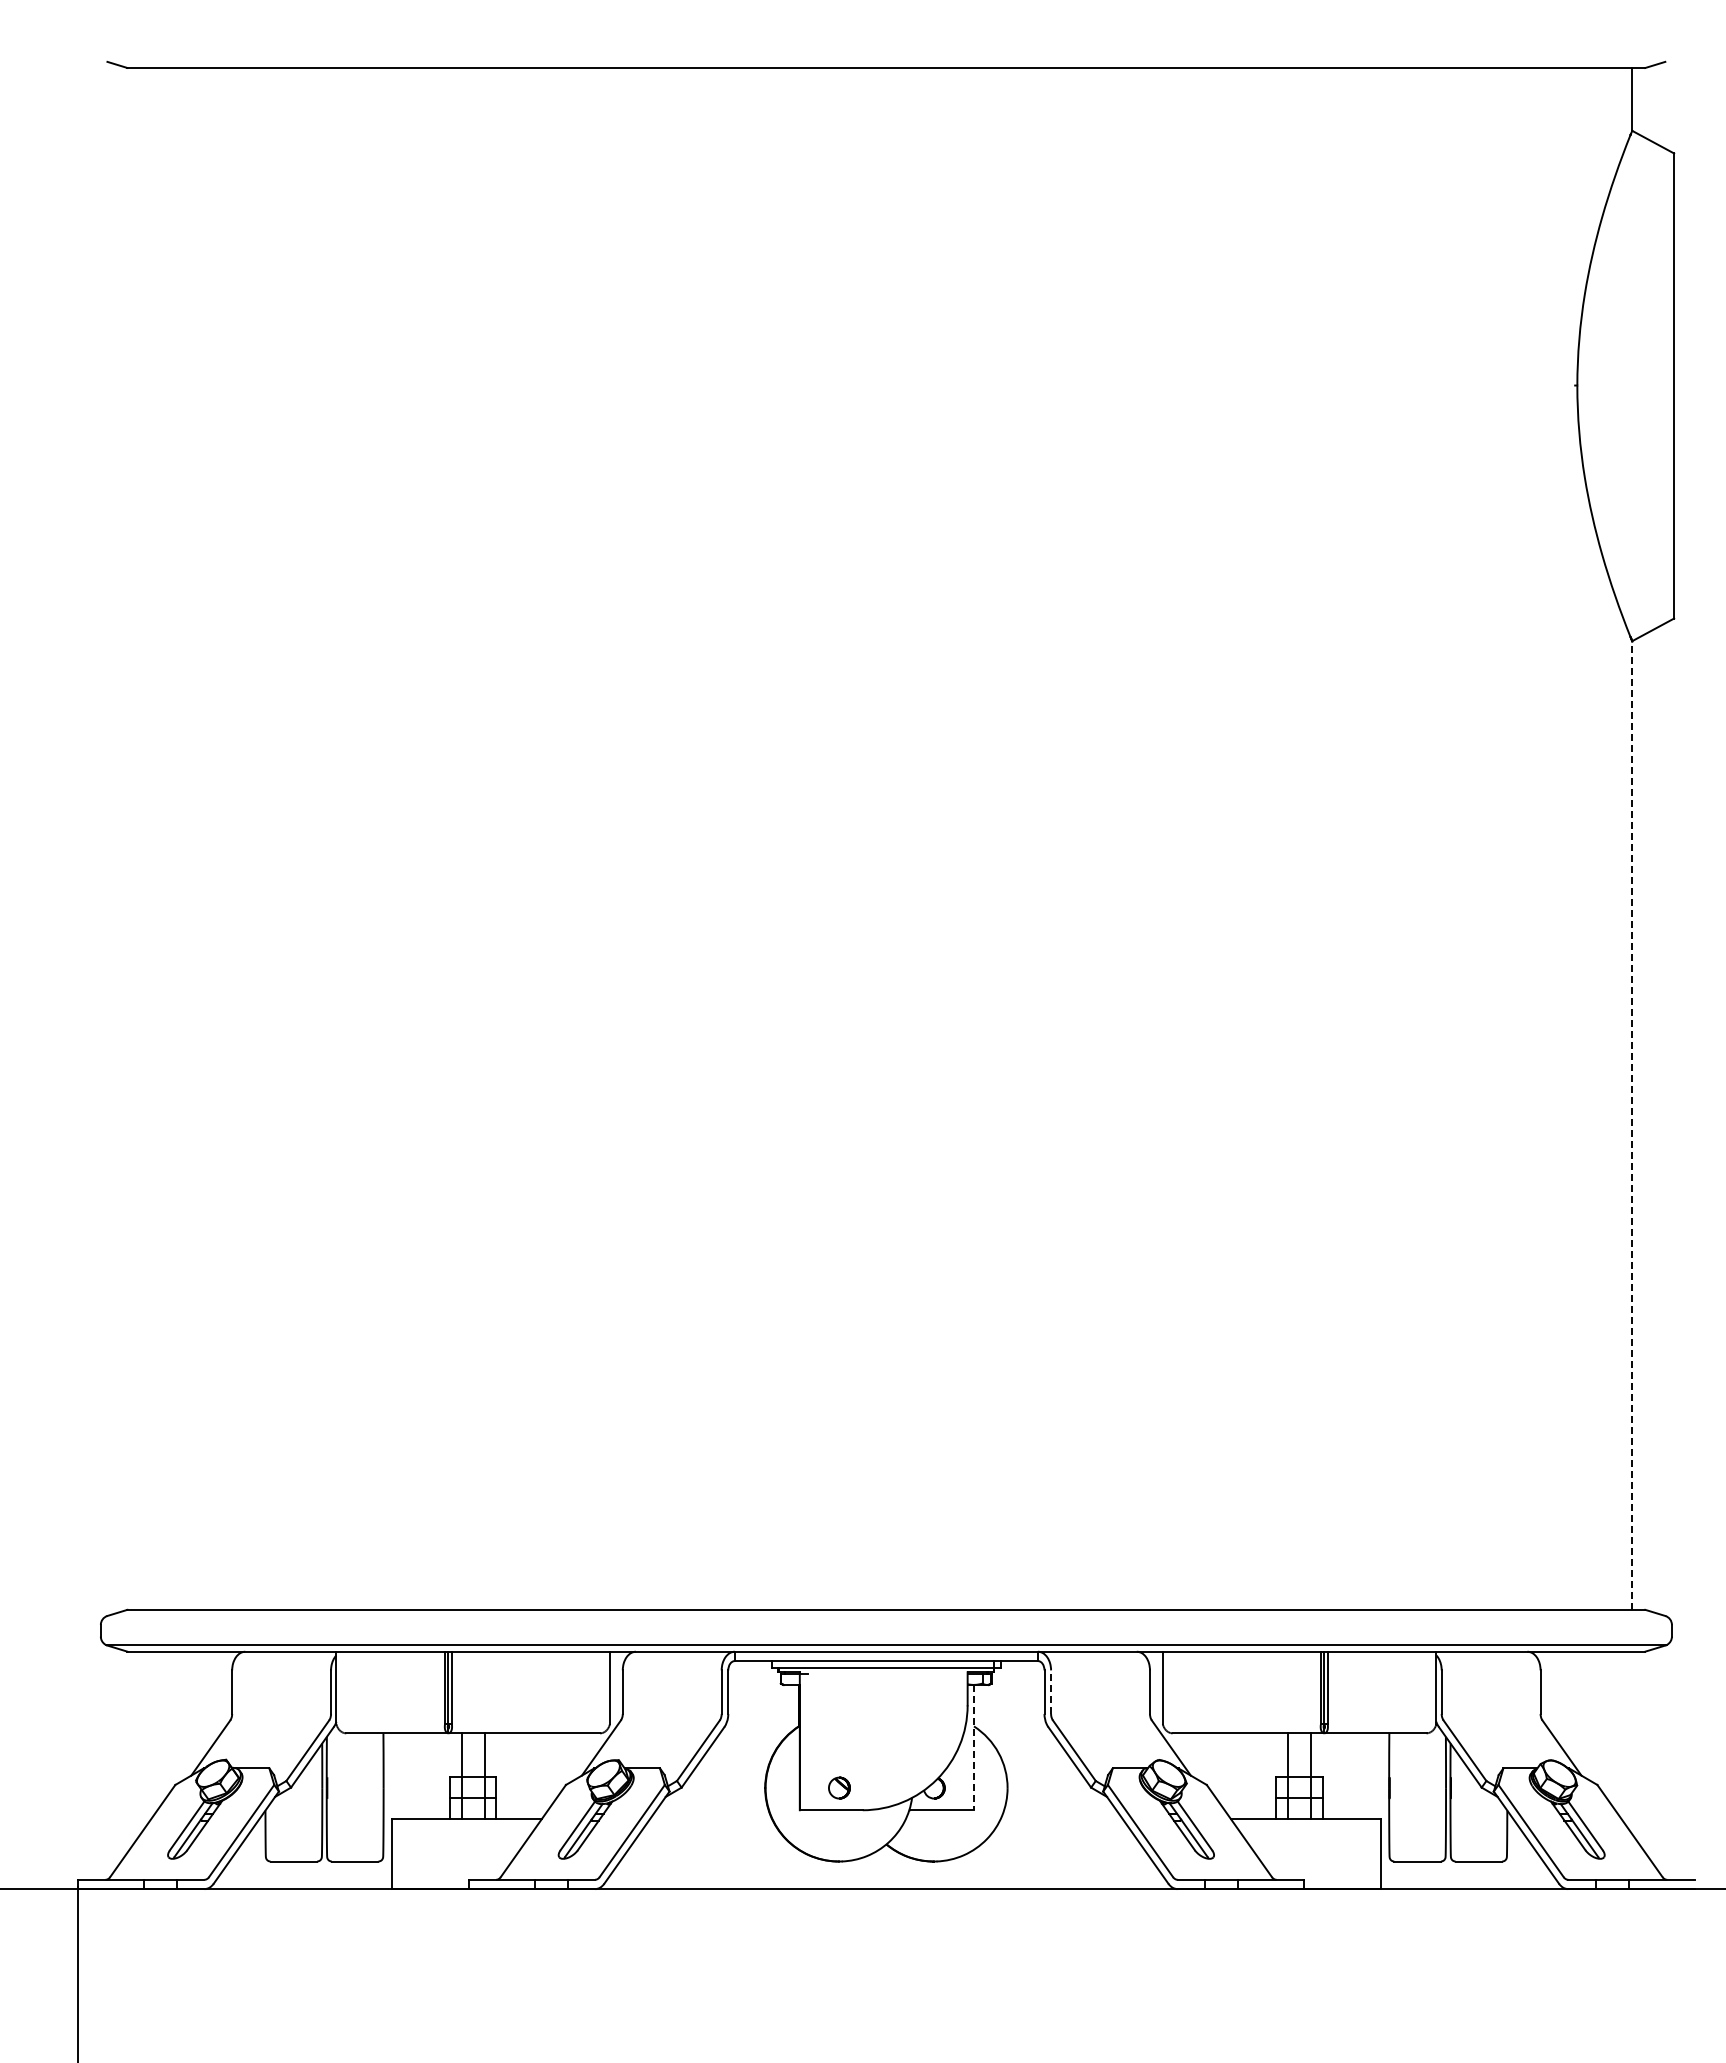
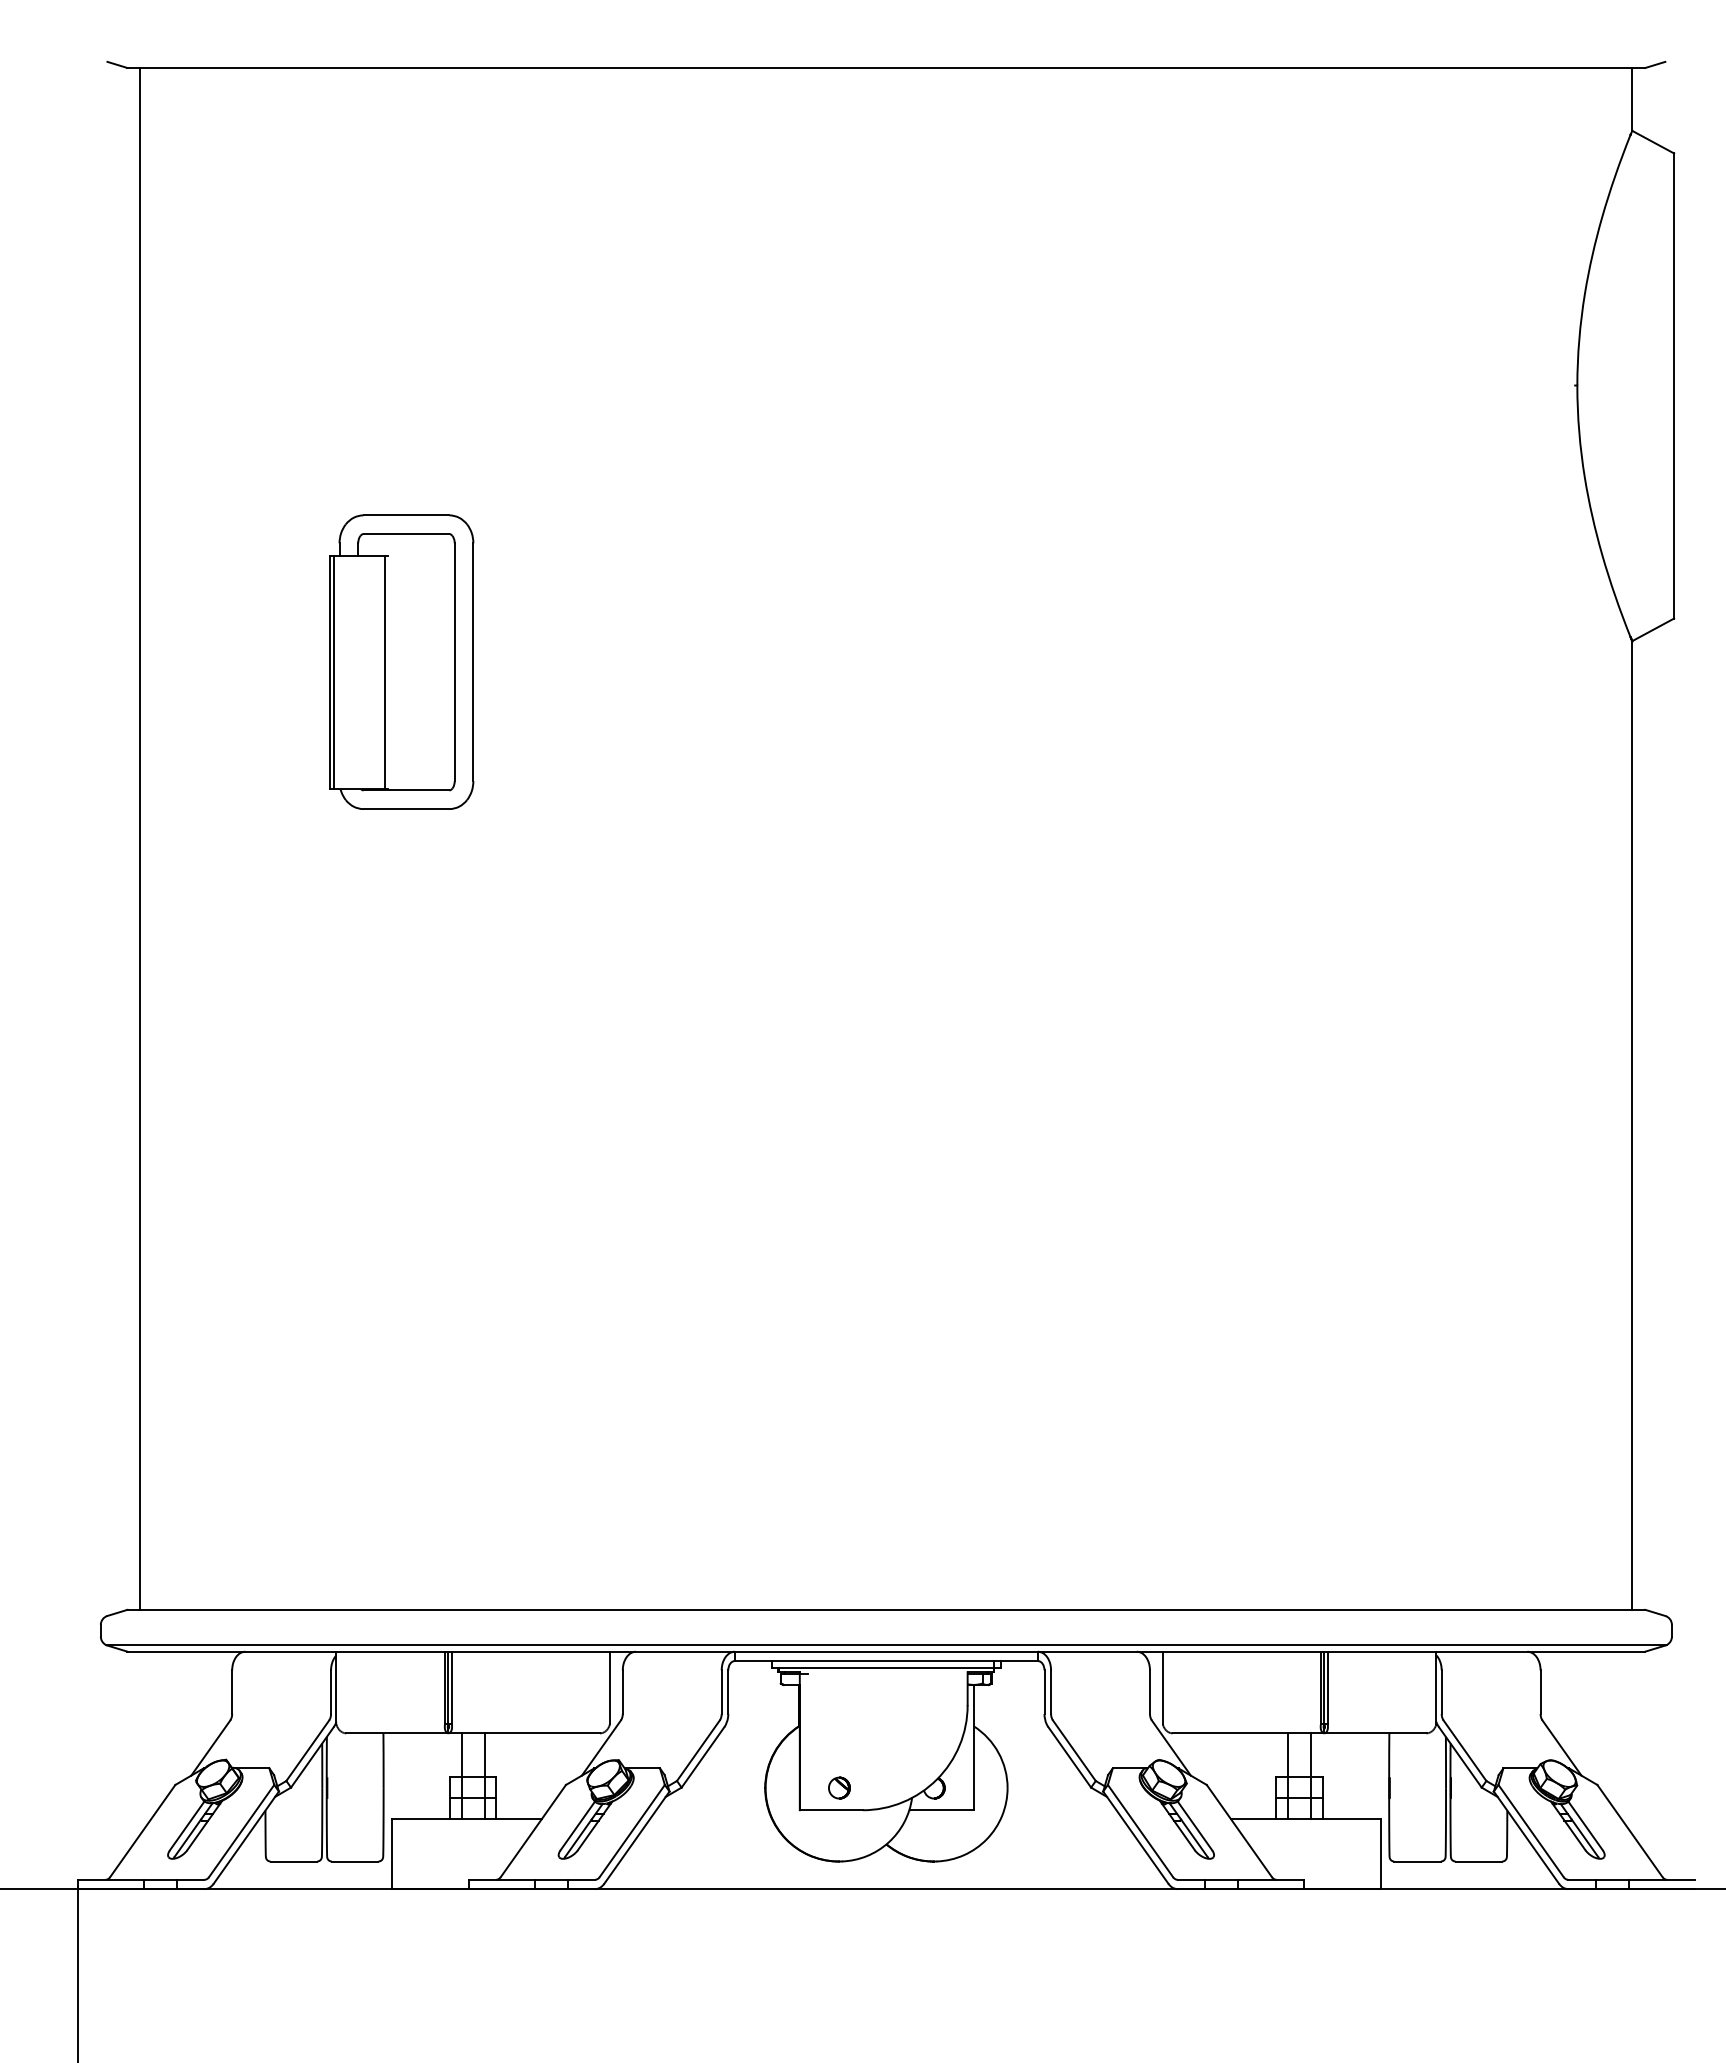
part at (401, 661): none -> present
line at (140, 838): none -> present
line at (1632, 1125): dashed -> solid
line at (1051, 1692): dashed -> solid
line at (973, 1747): dashed -> solid
